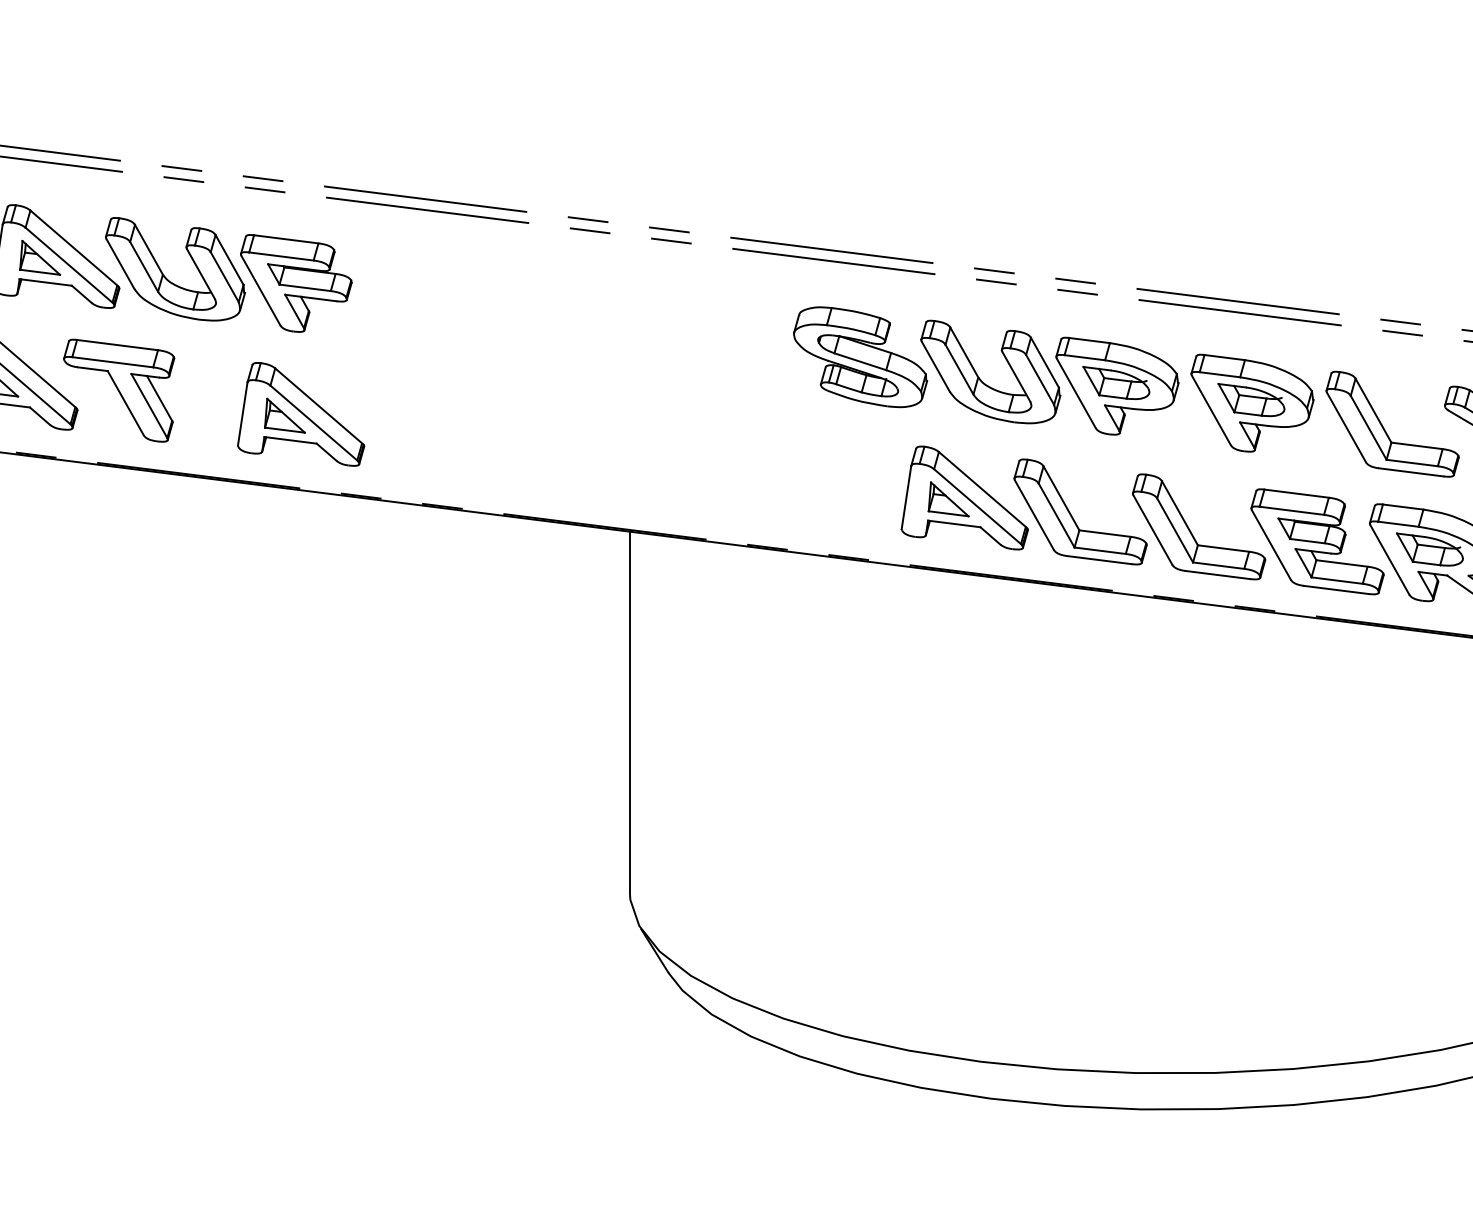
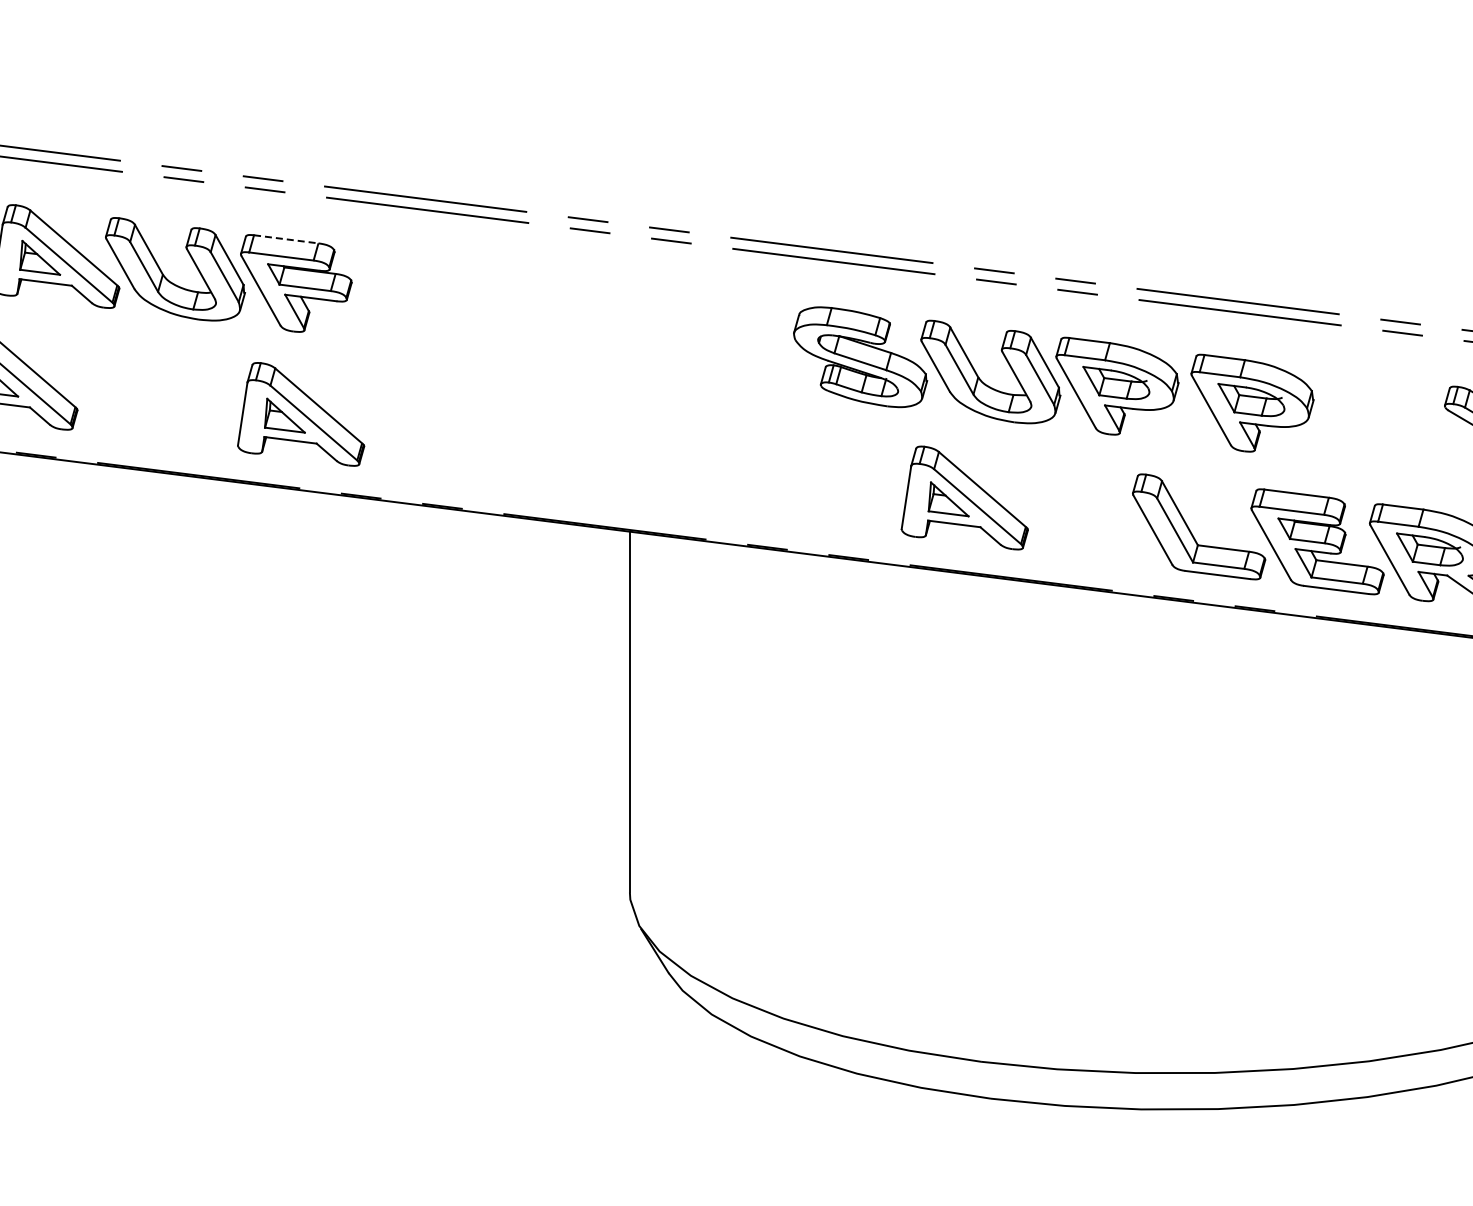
line at (286, 239): solid -> dashed
part at (119, 390): present -> none
part at (1385, 429): present -> none
part at (1072, 515): present -> none
